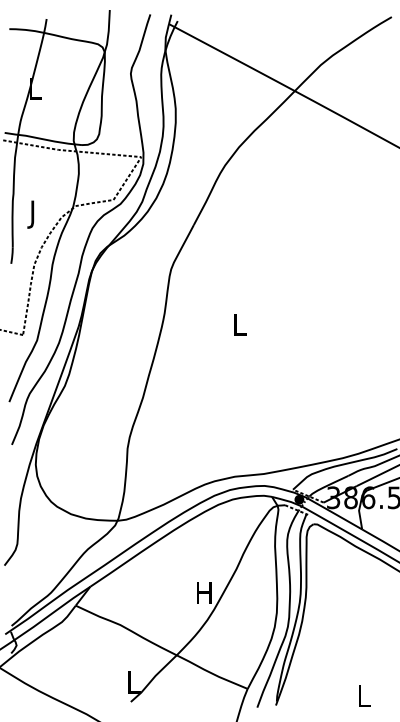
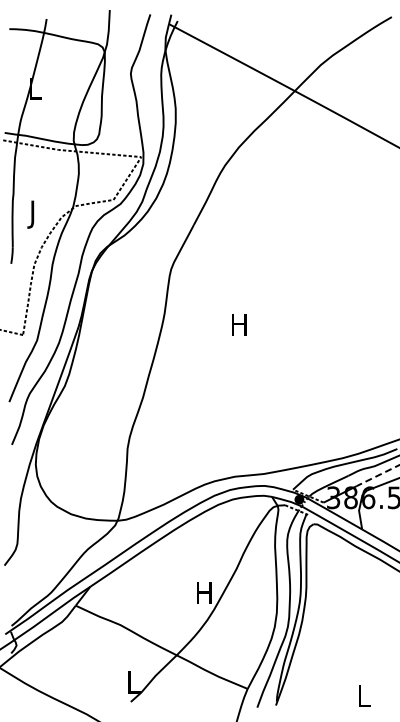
text at (239, 324): L -> H
line at (378, 475): solid -> dashed
